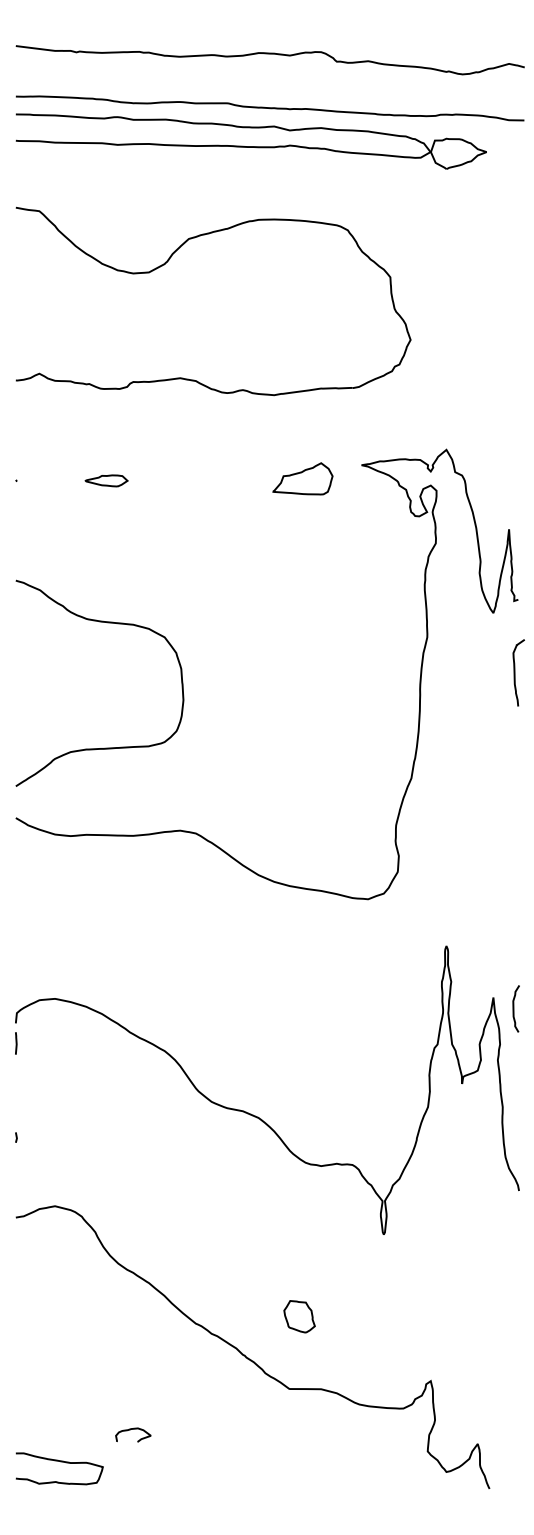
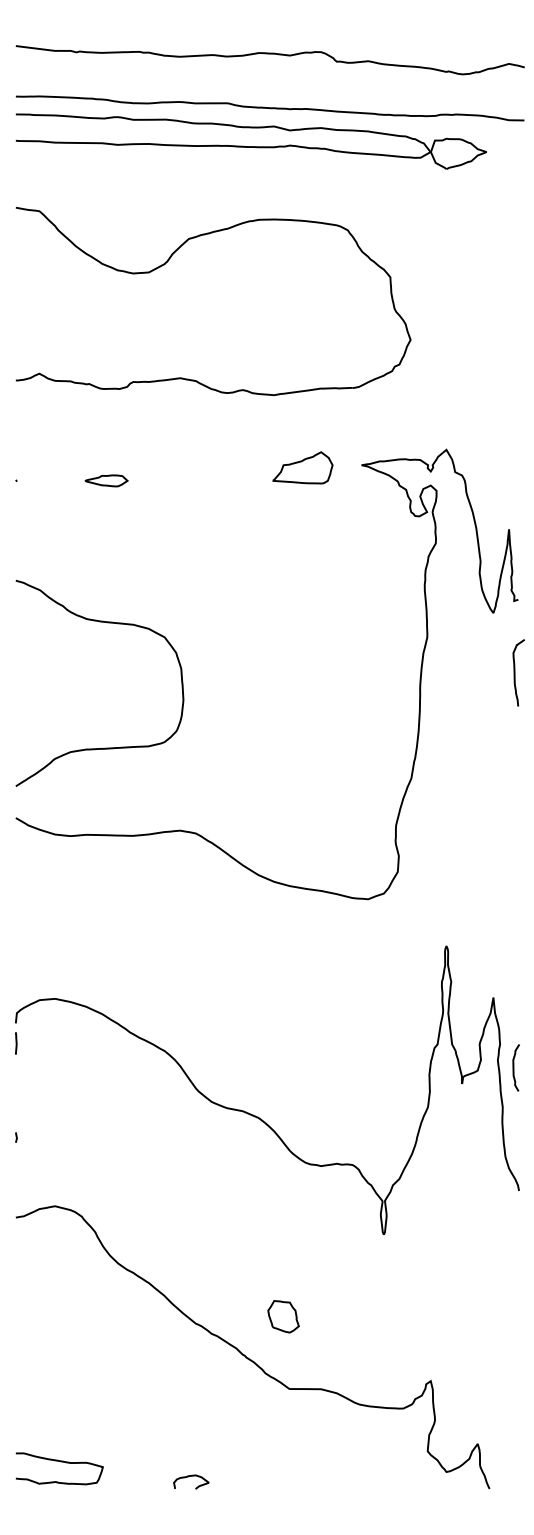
part at (302, 478) position: (302, 478) -> (302, 467)
curve at (514, 1008) position: (514, 1008) -> (514, 1067)
part at (299, 1316) position: (299, 1316) -> (283, 1316)
curve at (133, 1429) position: (133, 1429) -> (191, 1476)
